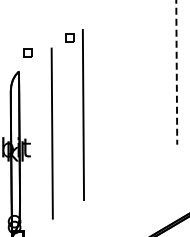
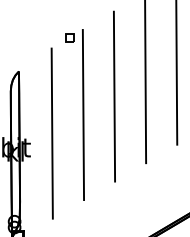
part at (27, 52): present -> none
line at (176, 72): dashed -> solid
line at (145, 82): none -> present
line at (114, 96): none -> present
